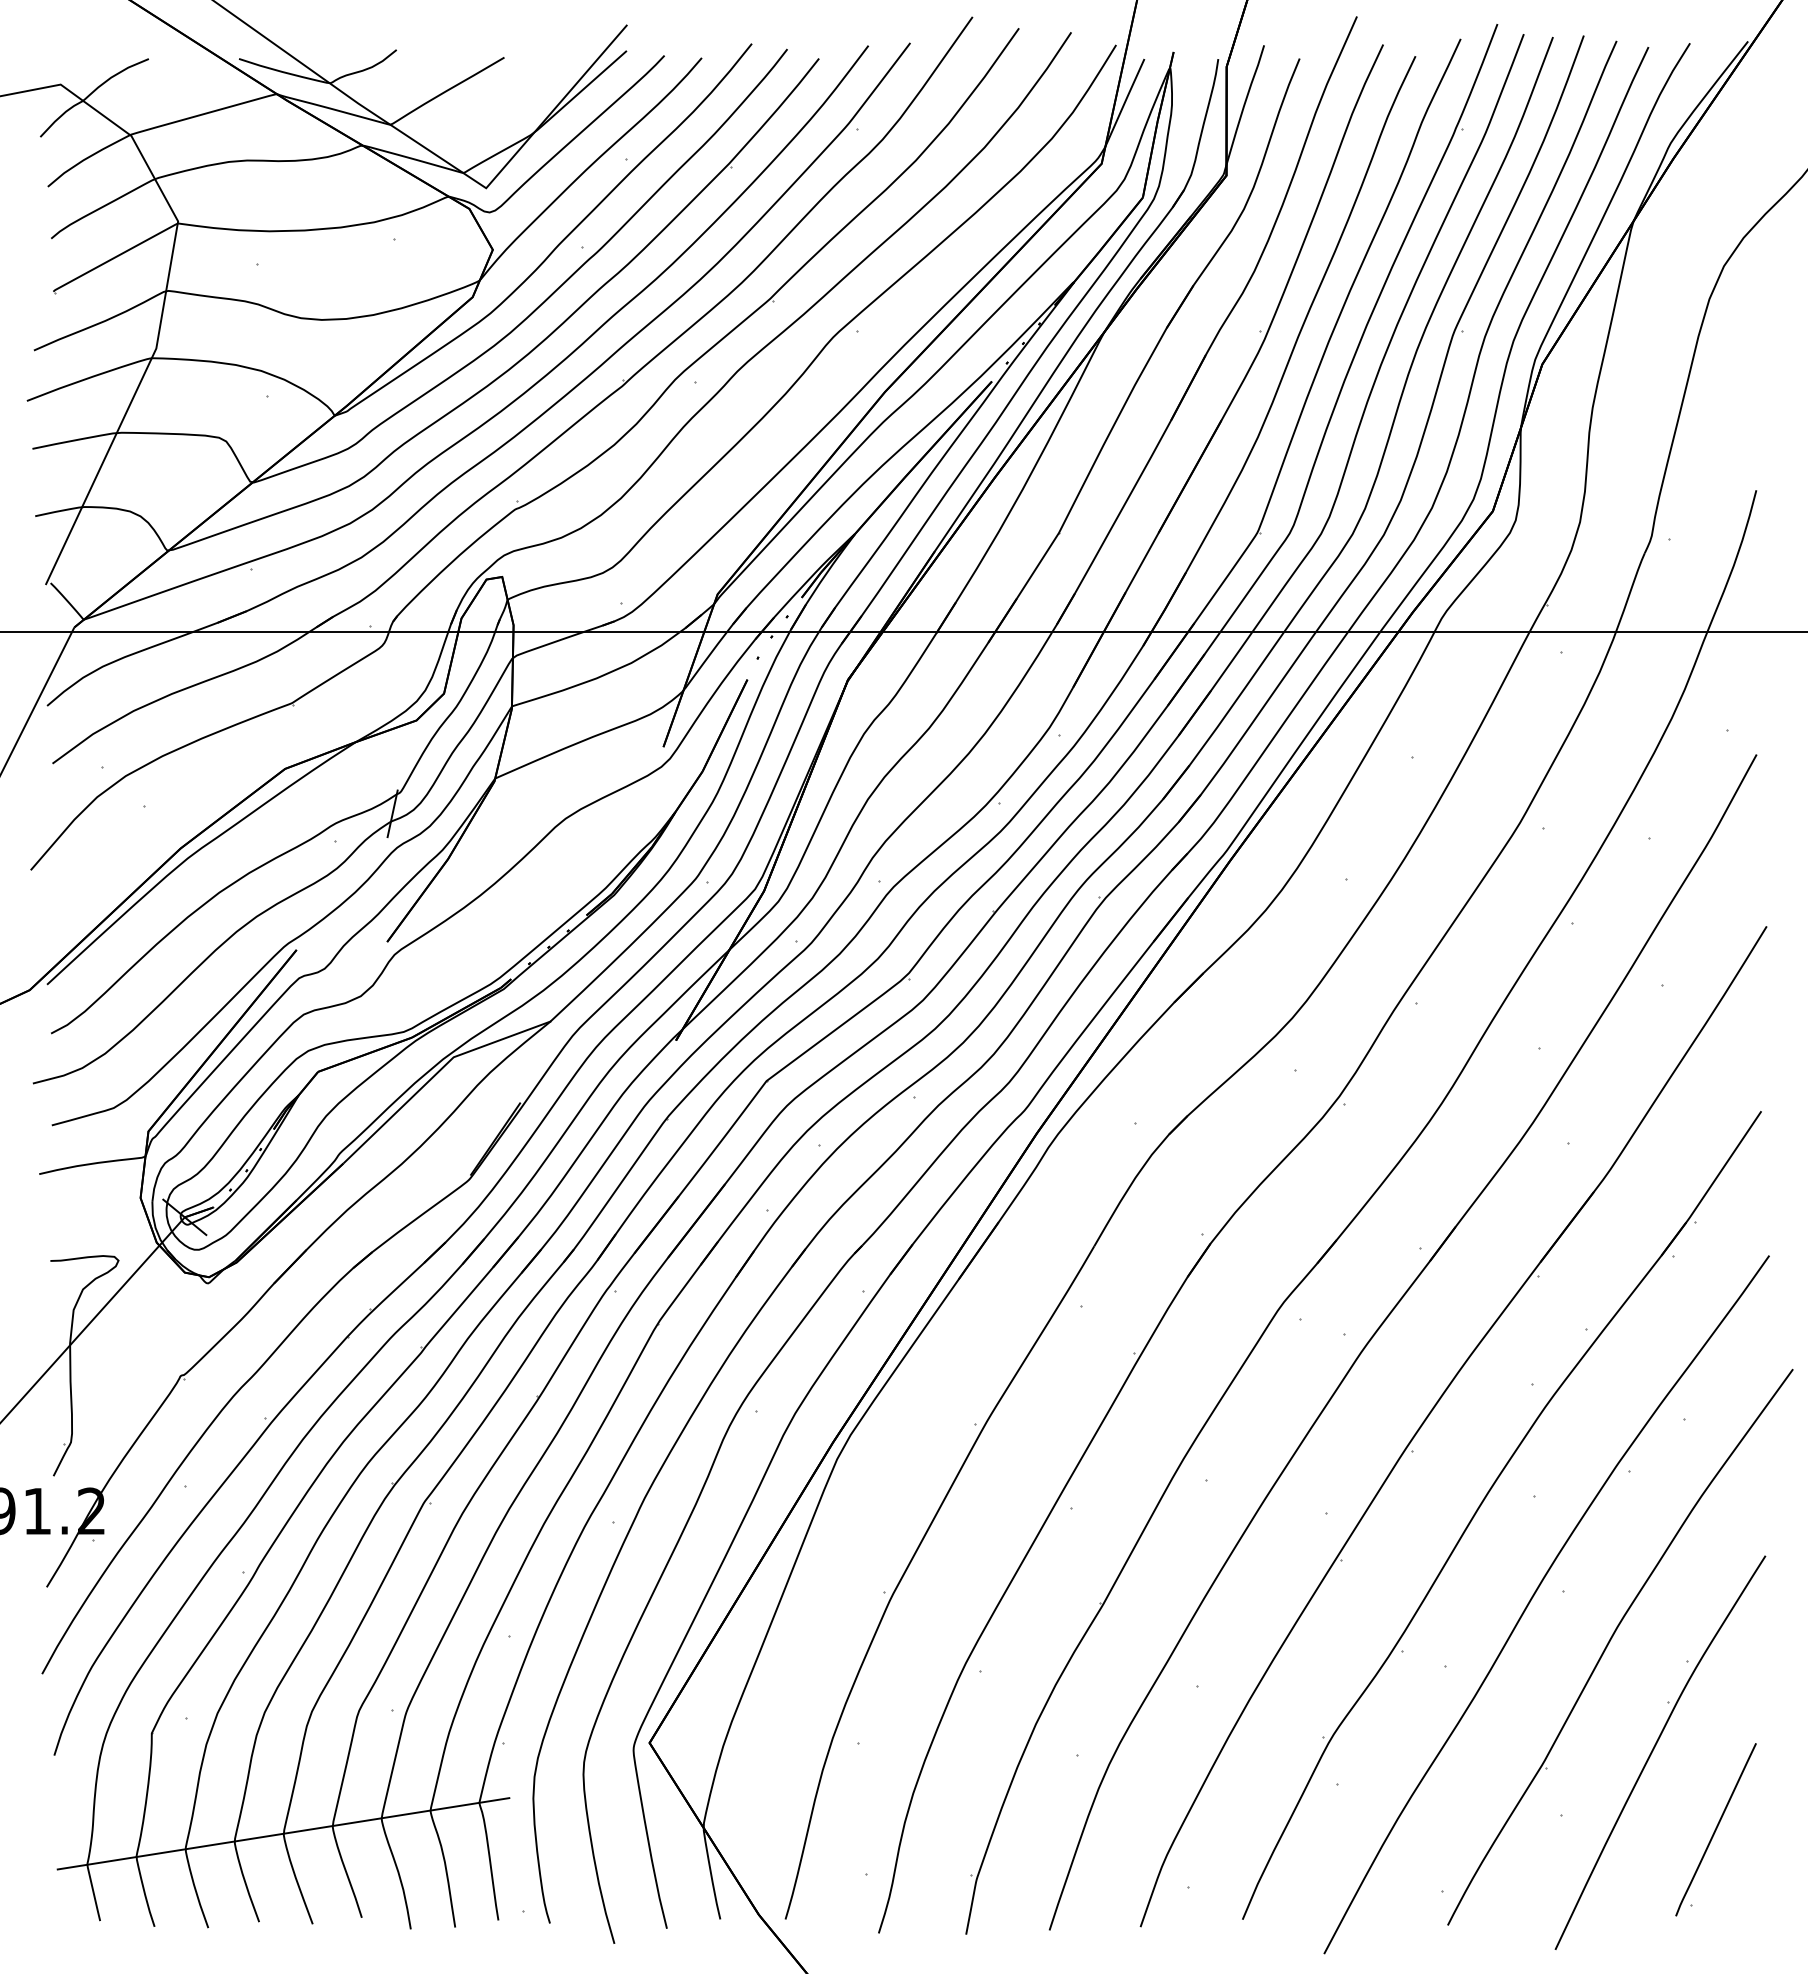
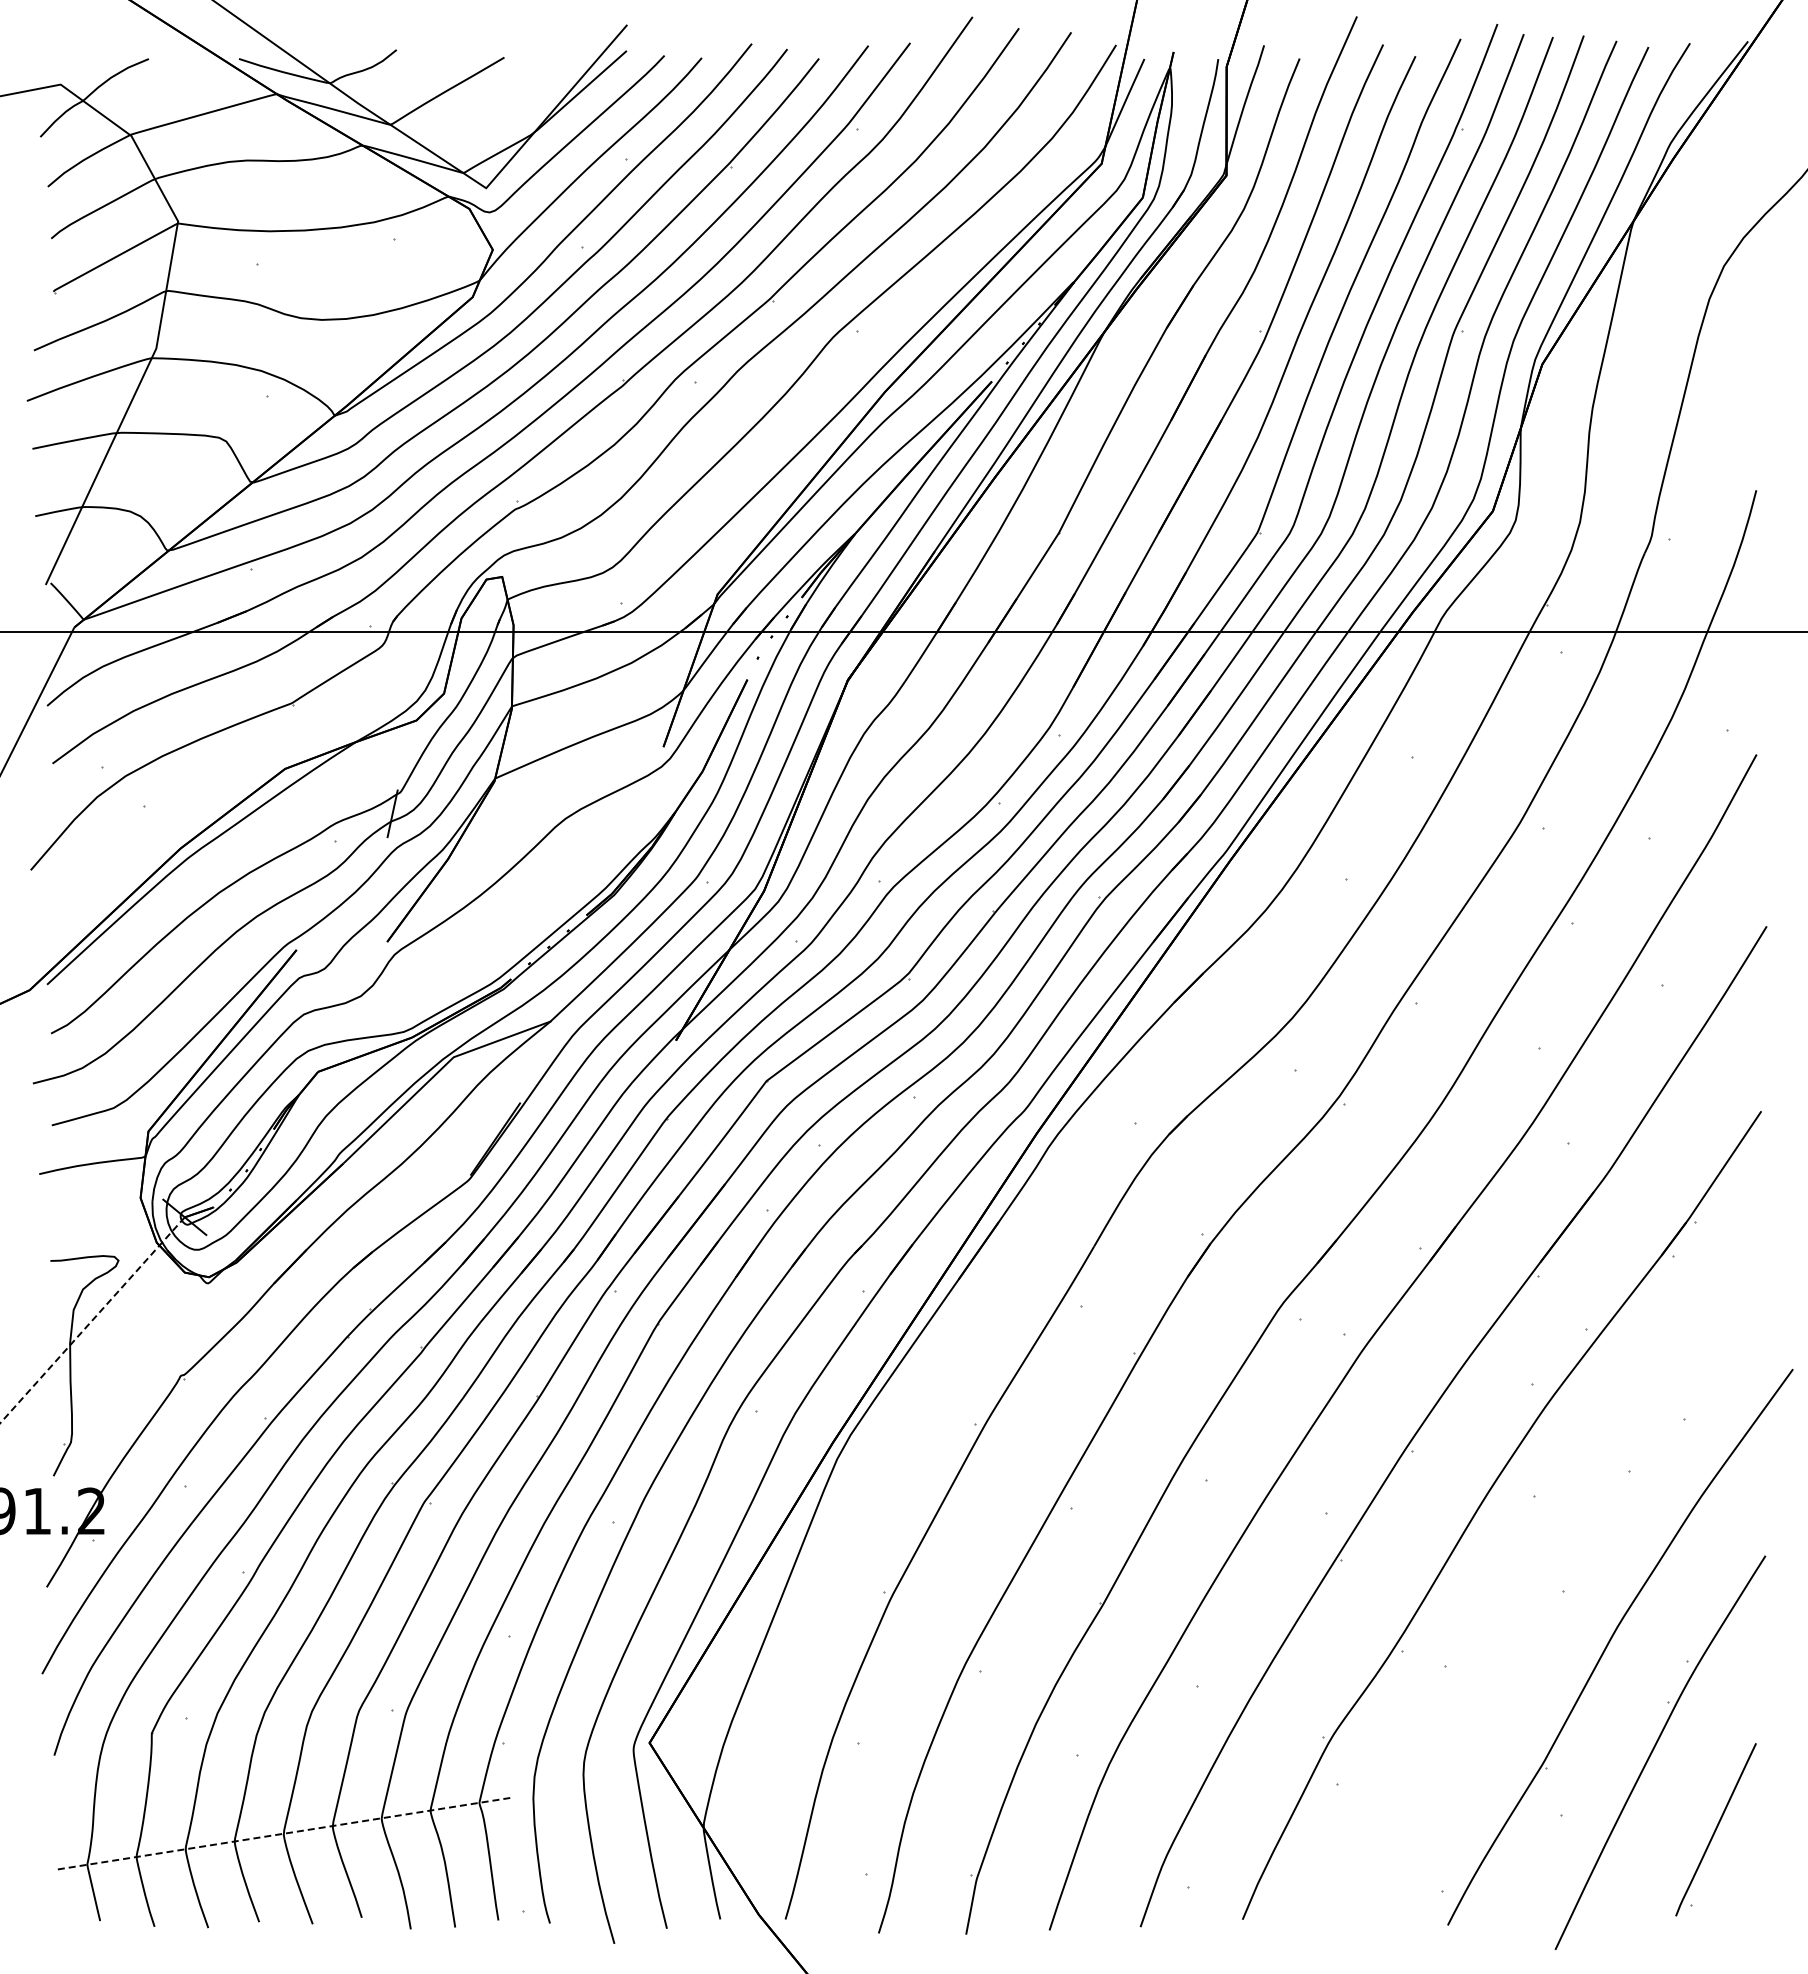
line at (92, 1320): solid -> dashed
curve at (1533, 1597): present -> none
line at (283, 1833): solid -> dashed
